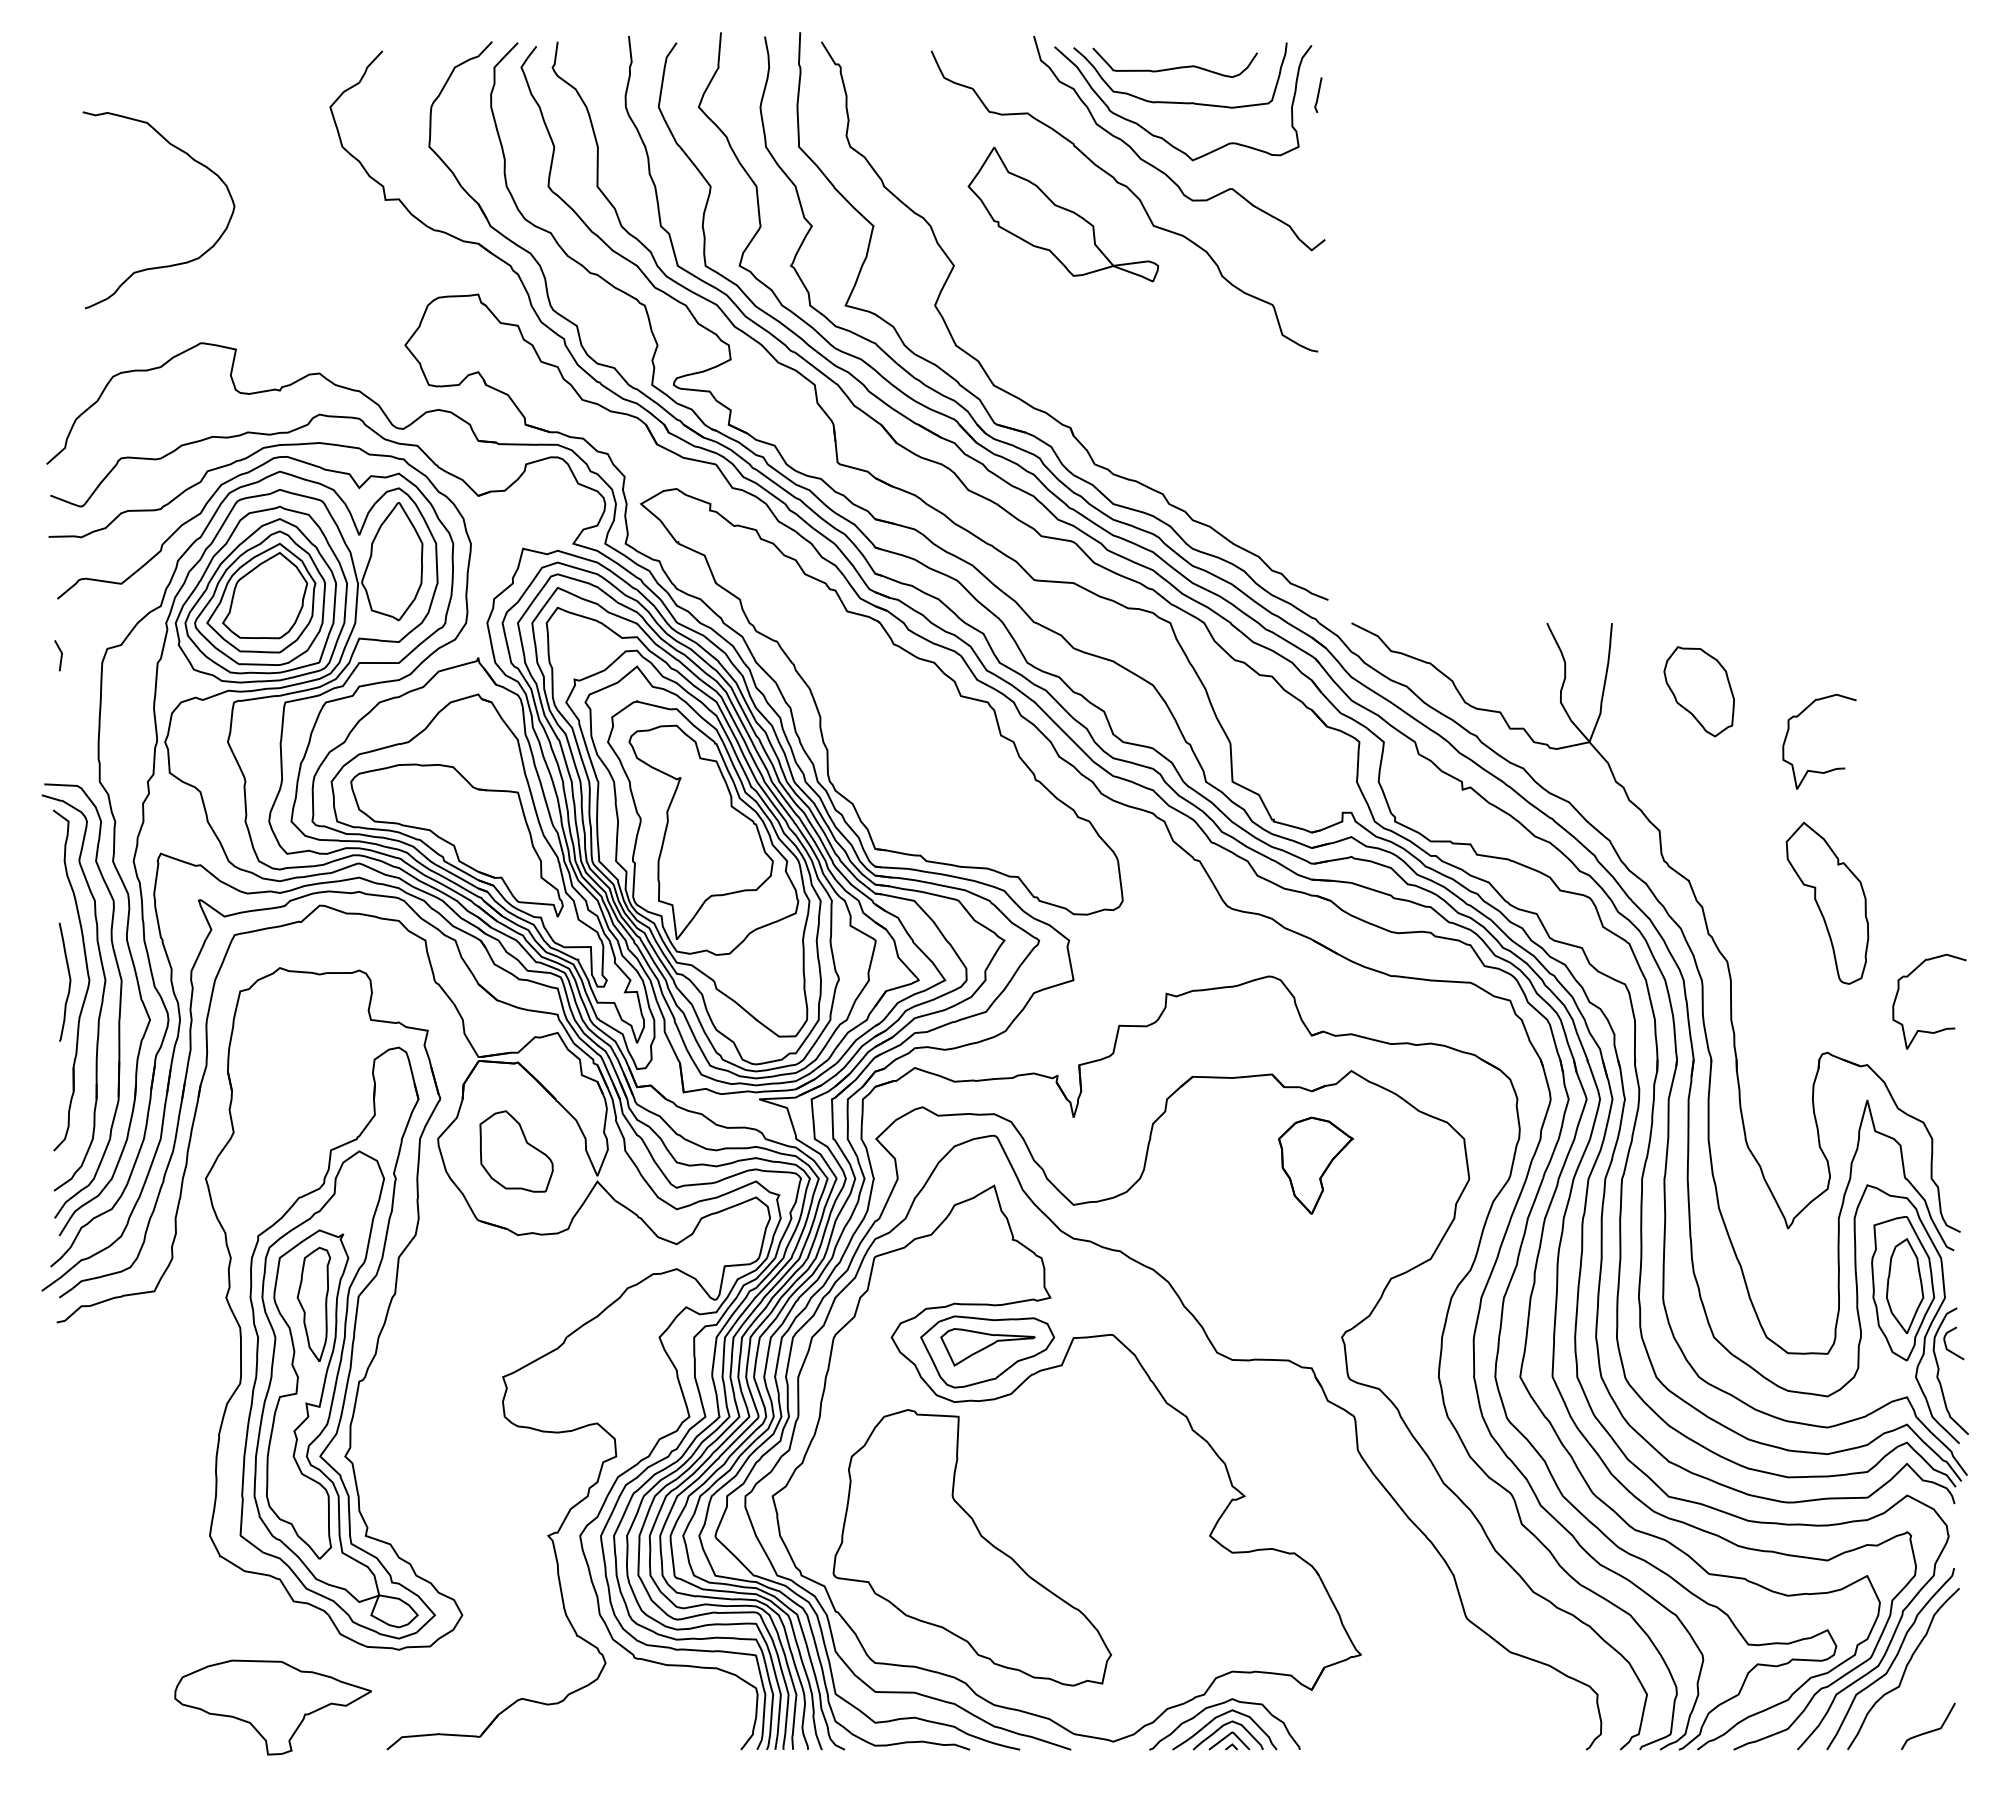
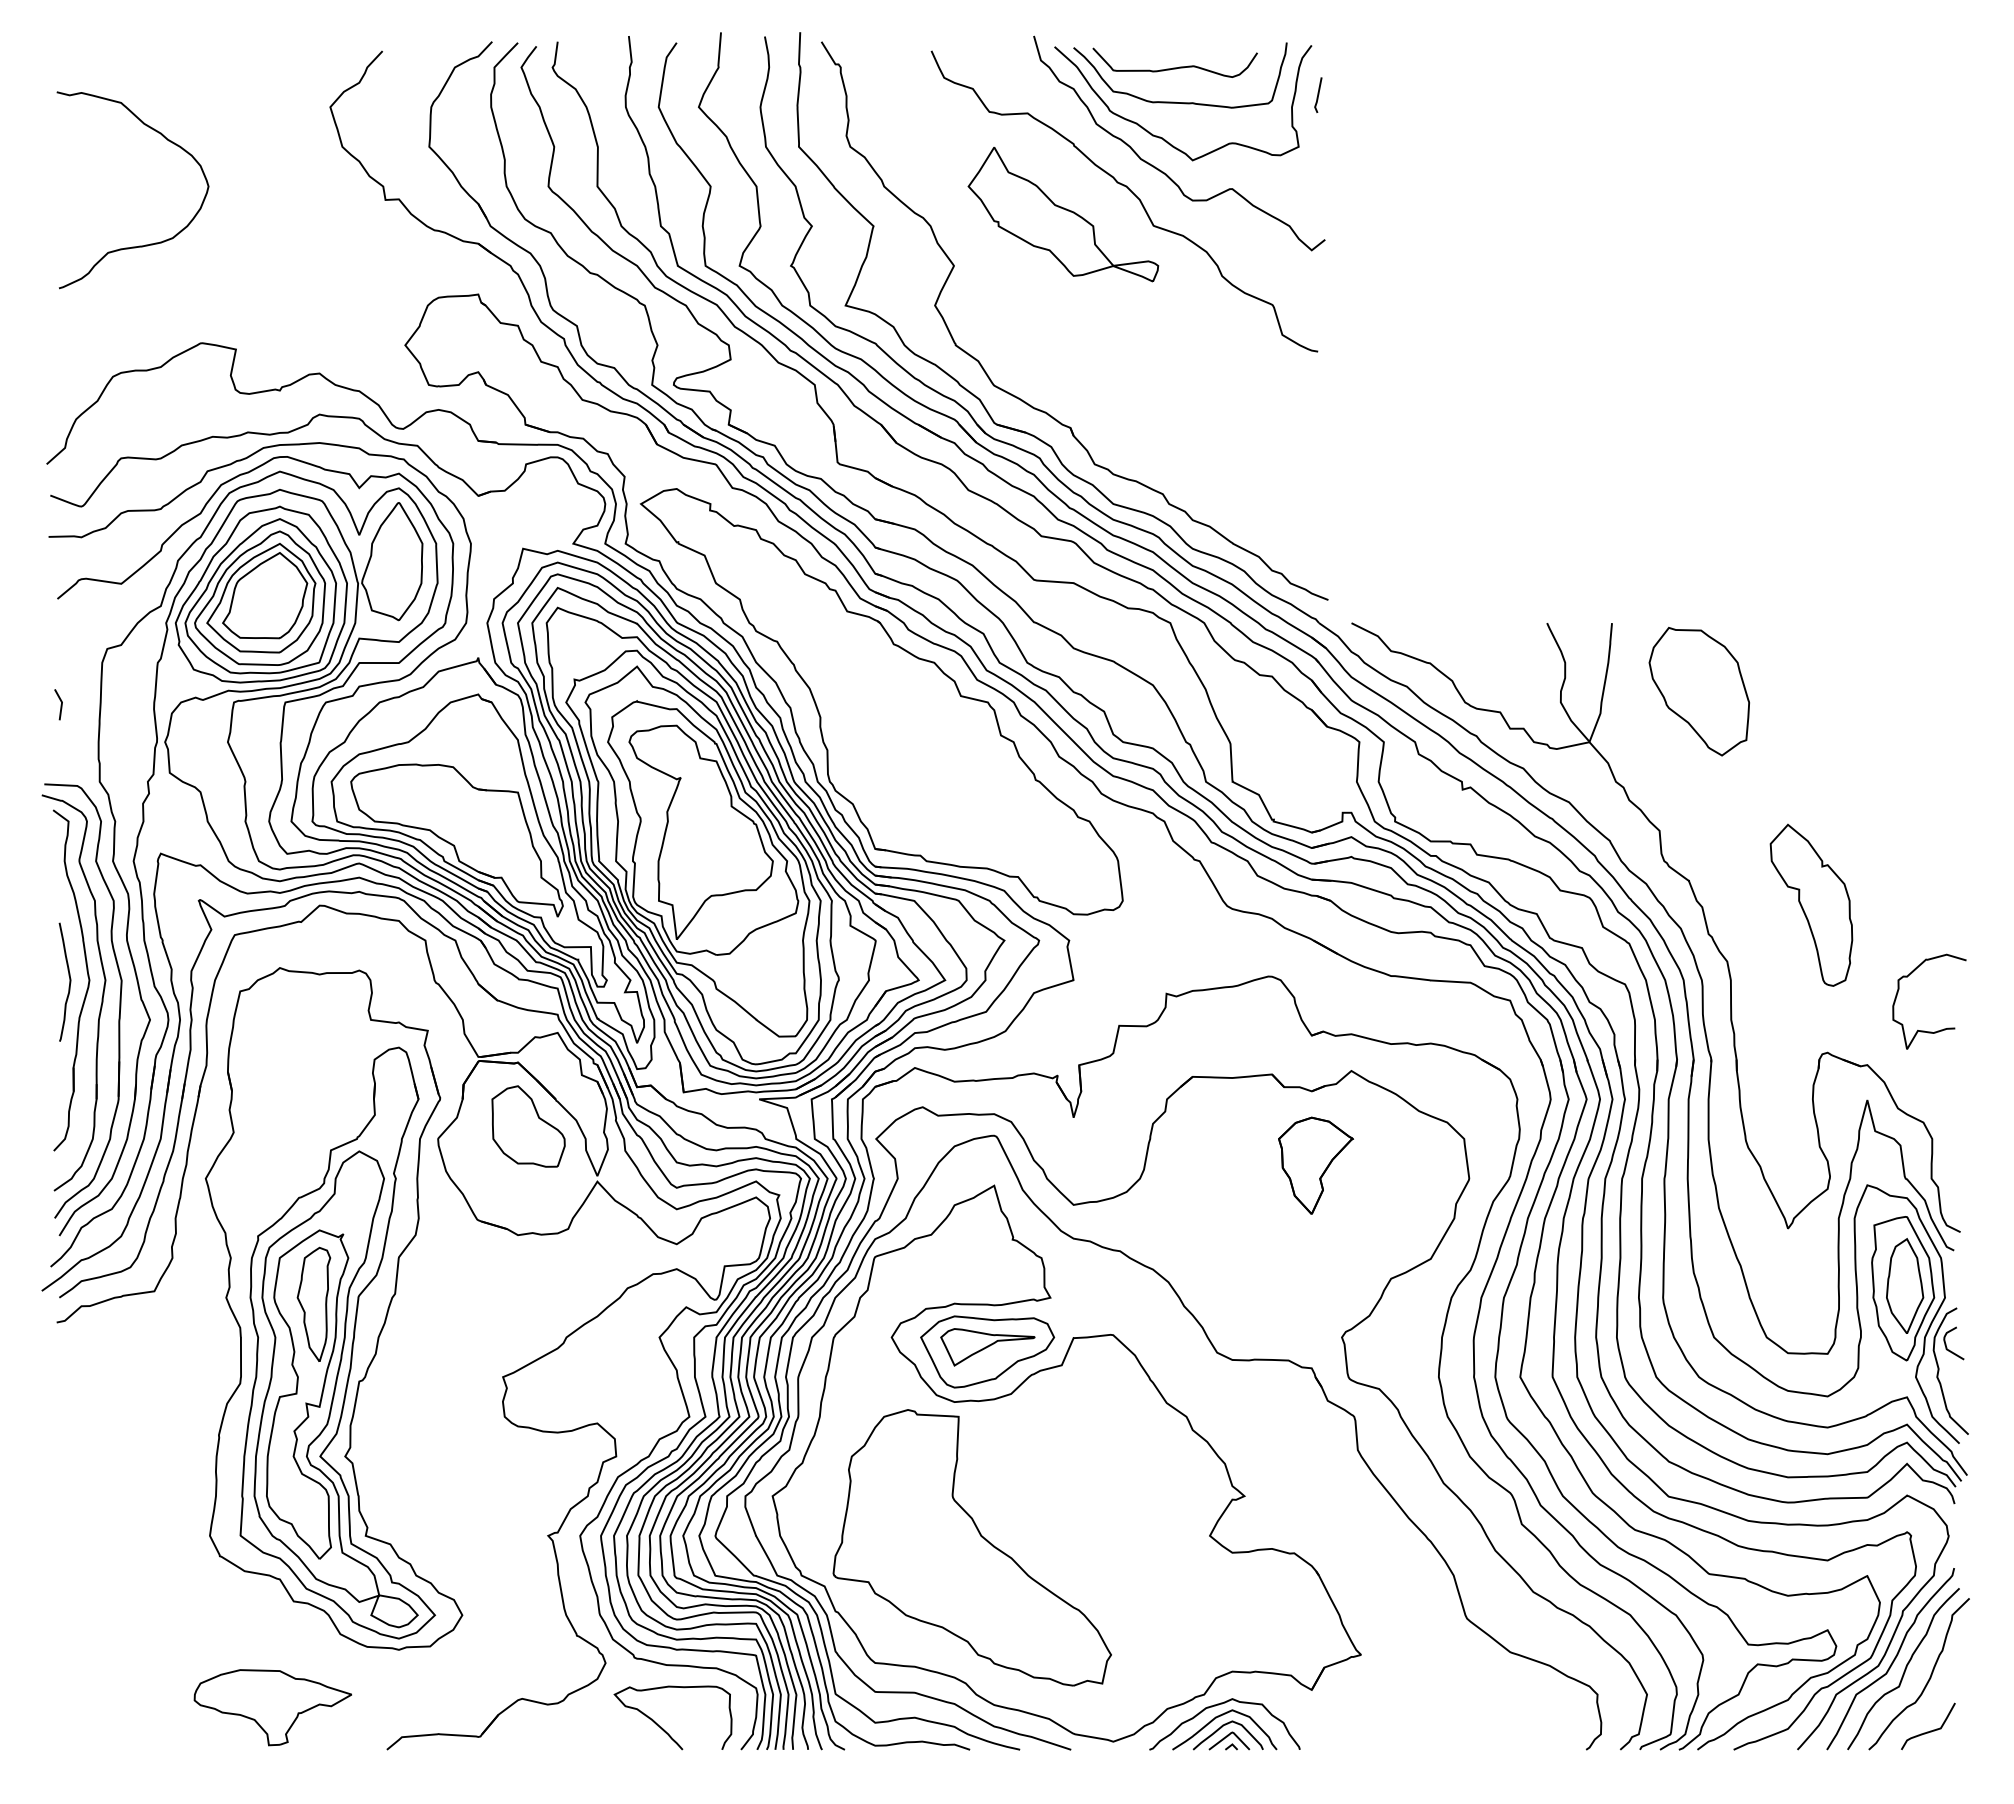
curve at (165, 265) position: (165, 265) -> (139, 245)
line at (60, 655) position: (60, 655) -> (60, 704)
part at (1698, 691) size: 72x92 px -> 102x130 px
curve at (1814, 770): present -> none
part at (1827, 902) position: (1827, 902) -> (1811, 904)
part at (516, 1151) position: (516, 1151) -> (528, 1126)
curve at (1927, 1680): none -> present
part at (272, 1707) size: 198x97 px -> 159x78 px
curve at (662, 1727): none -> present
